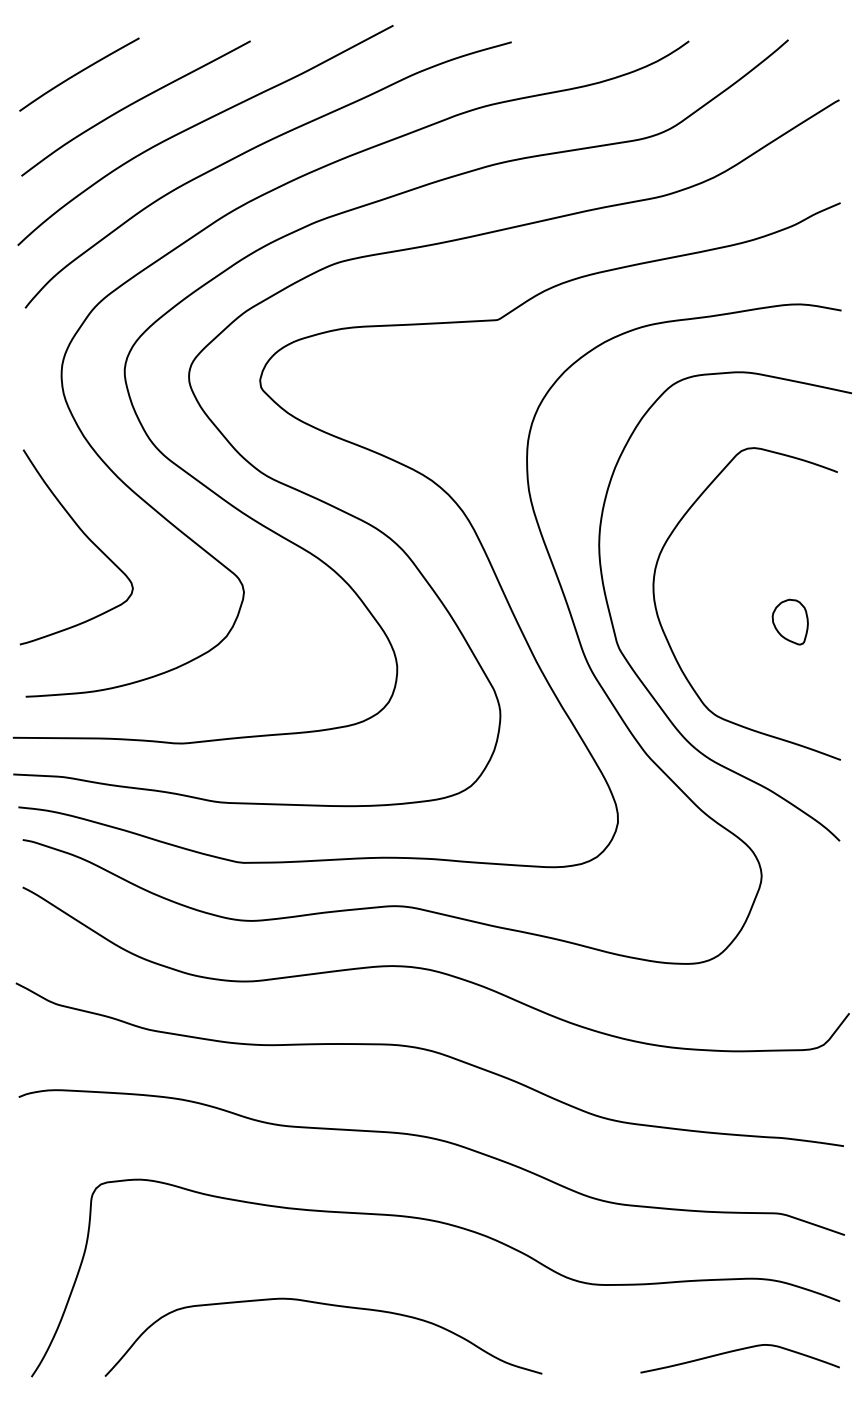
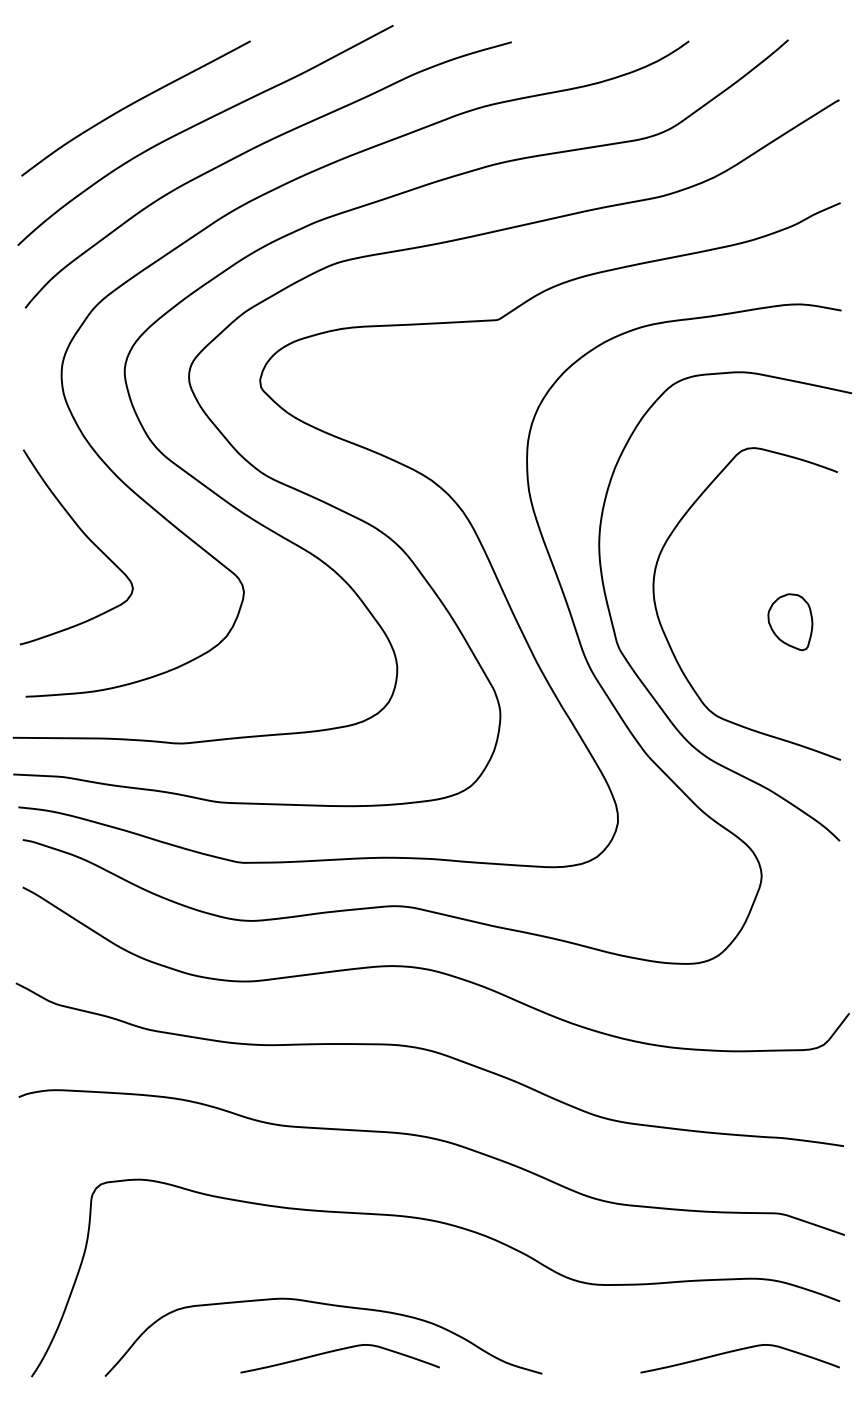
curve at (79, 73): present -> none
part at (789, 621) size: 38x48 px -> 47x59 px
curve at (336, 1351): none -> present
